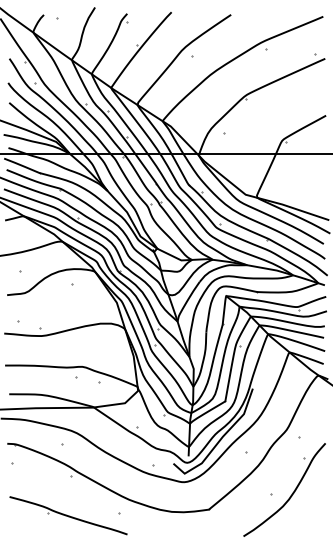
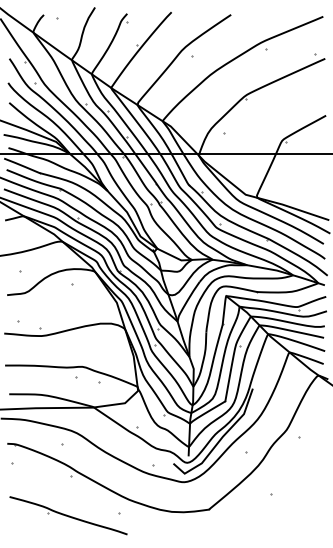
part at (290, 495): present -> none
